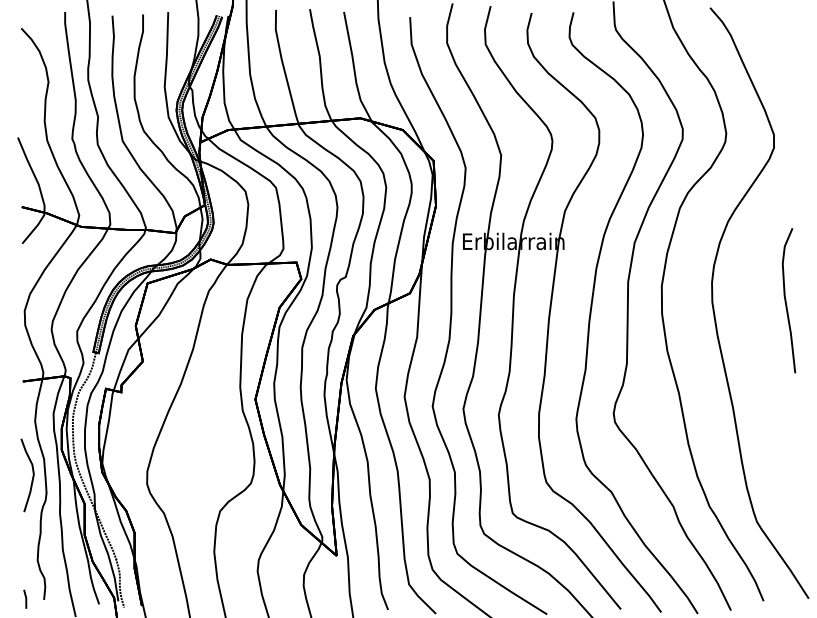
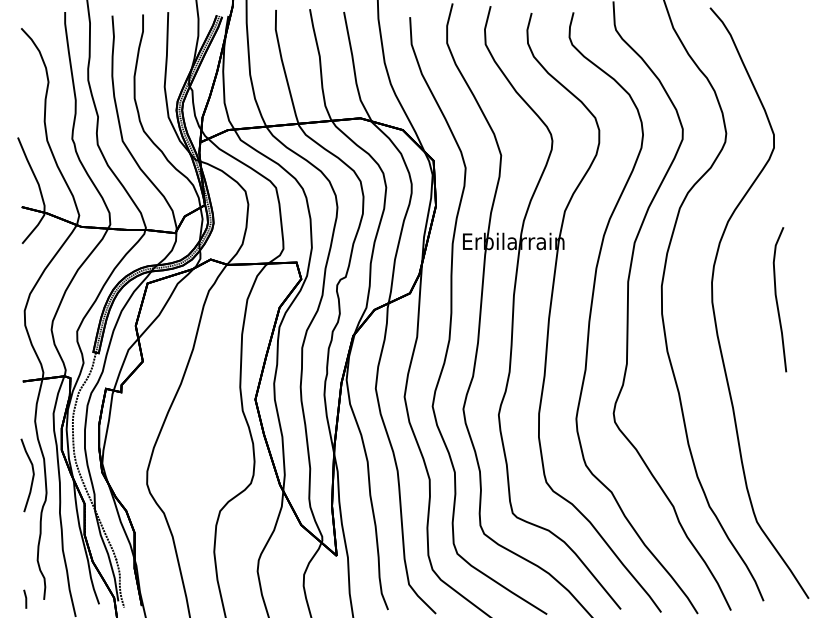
part at (788, 300) position: (788, 300) -> (779, 299)
